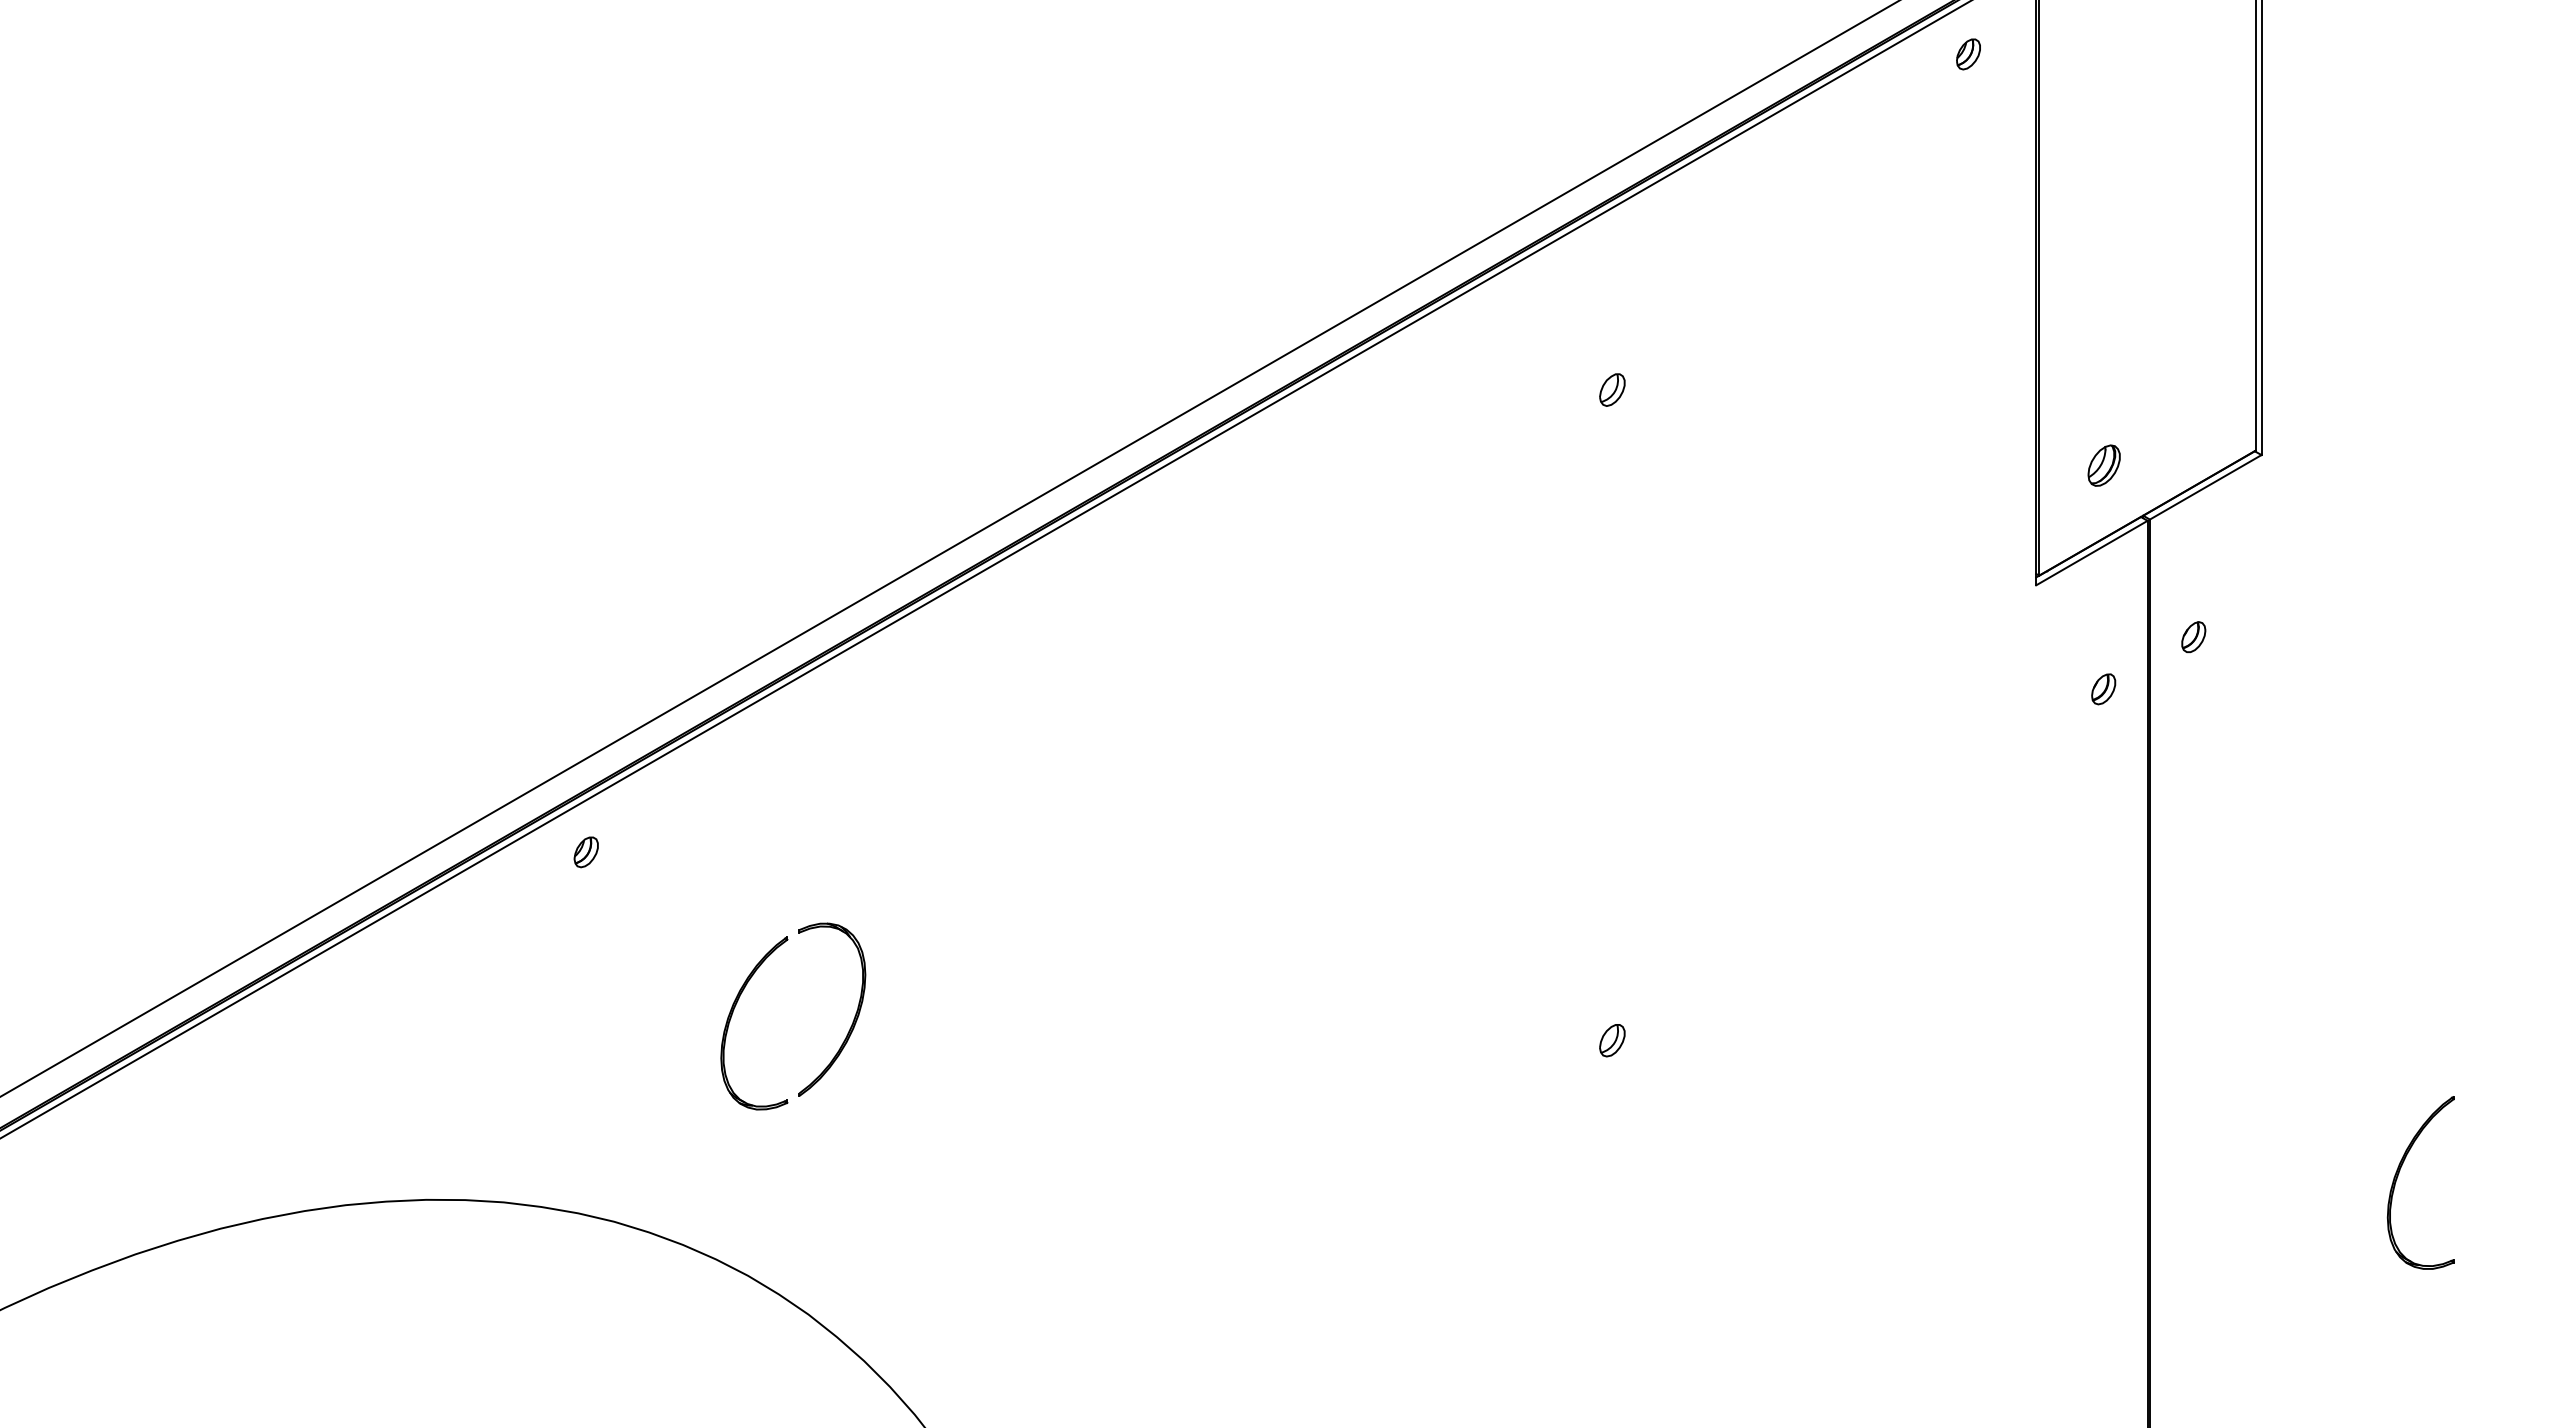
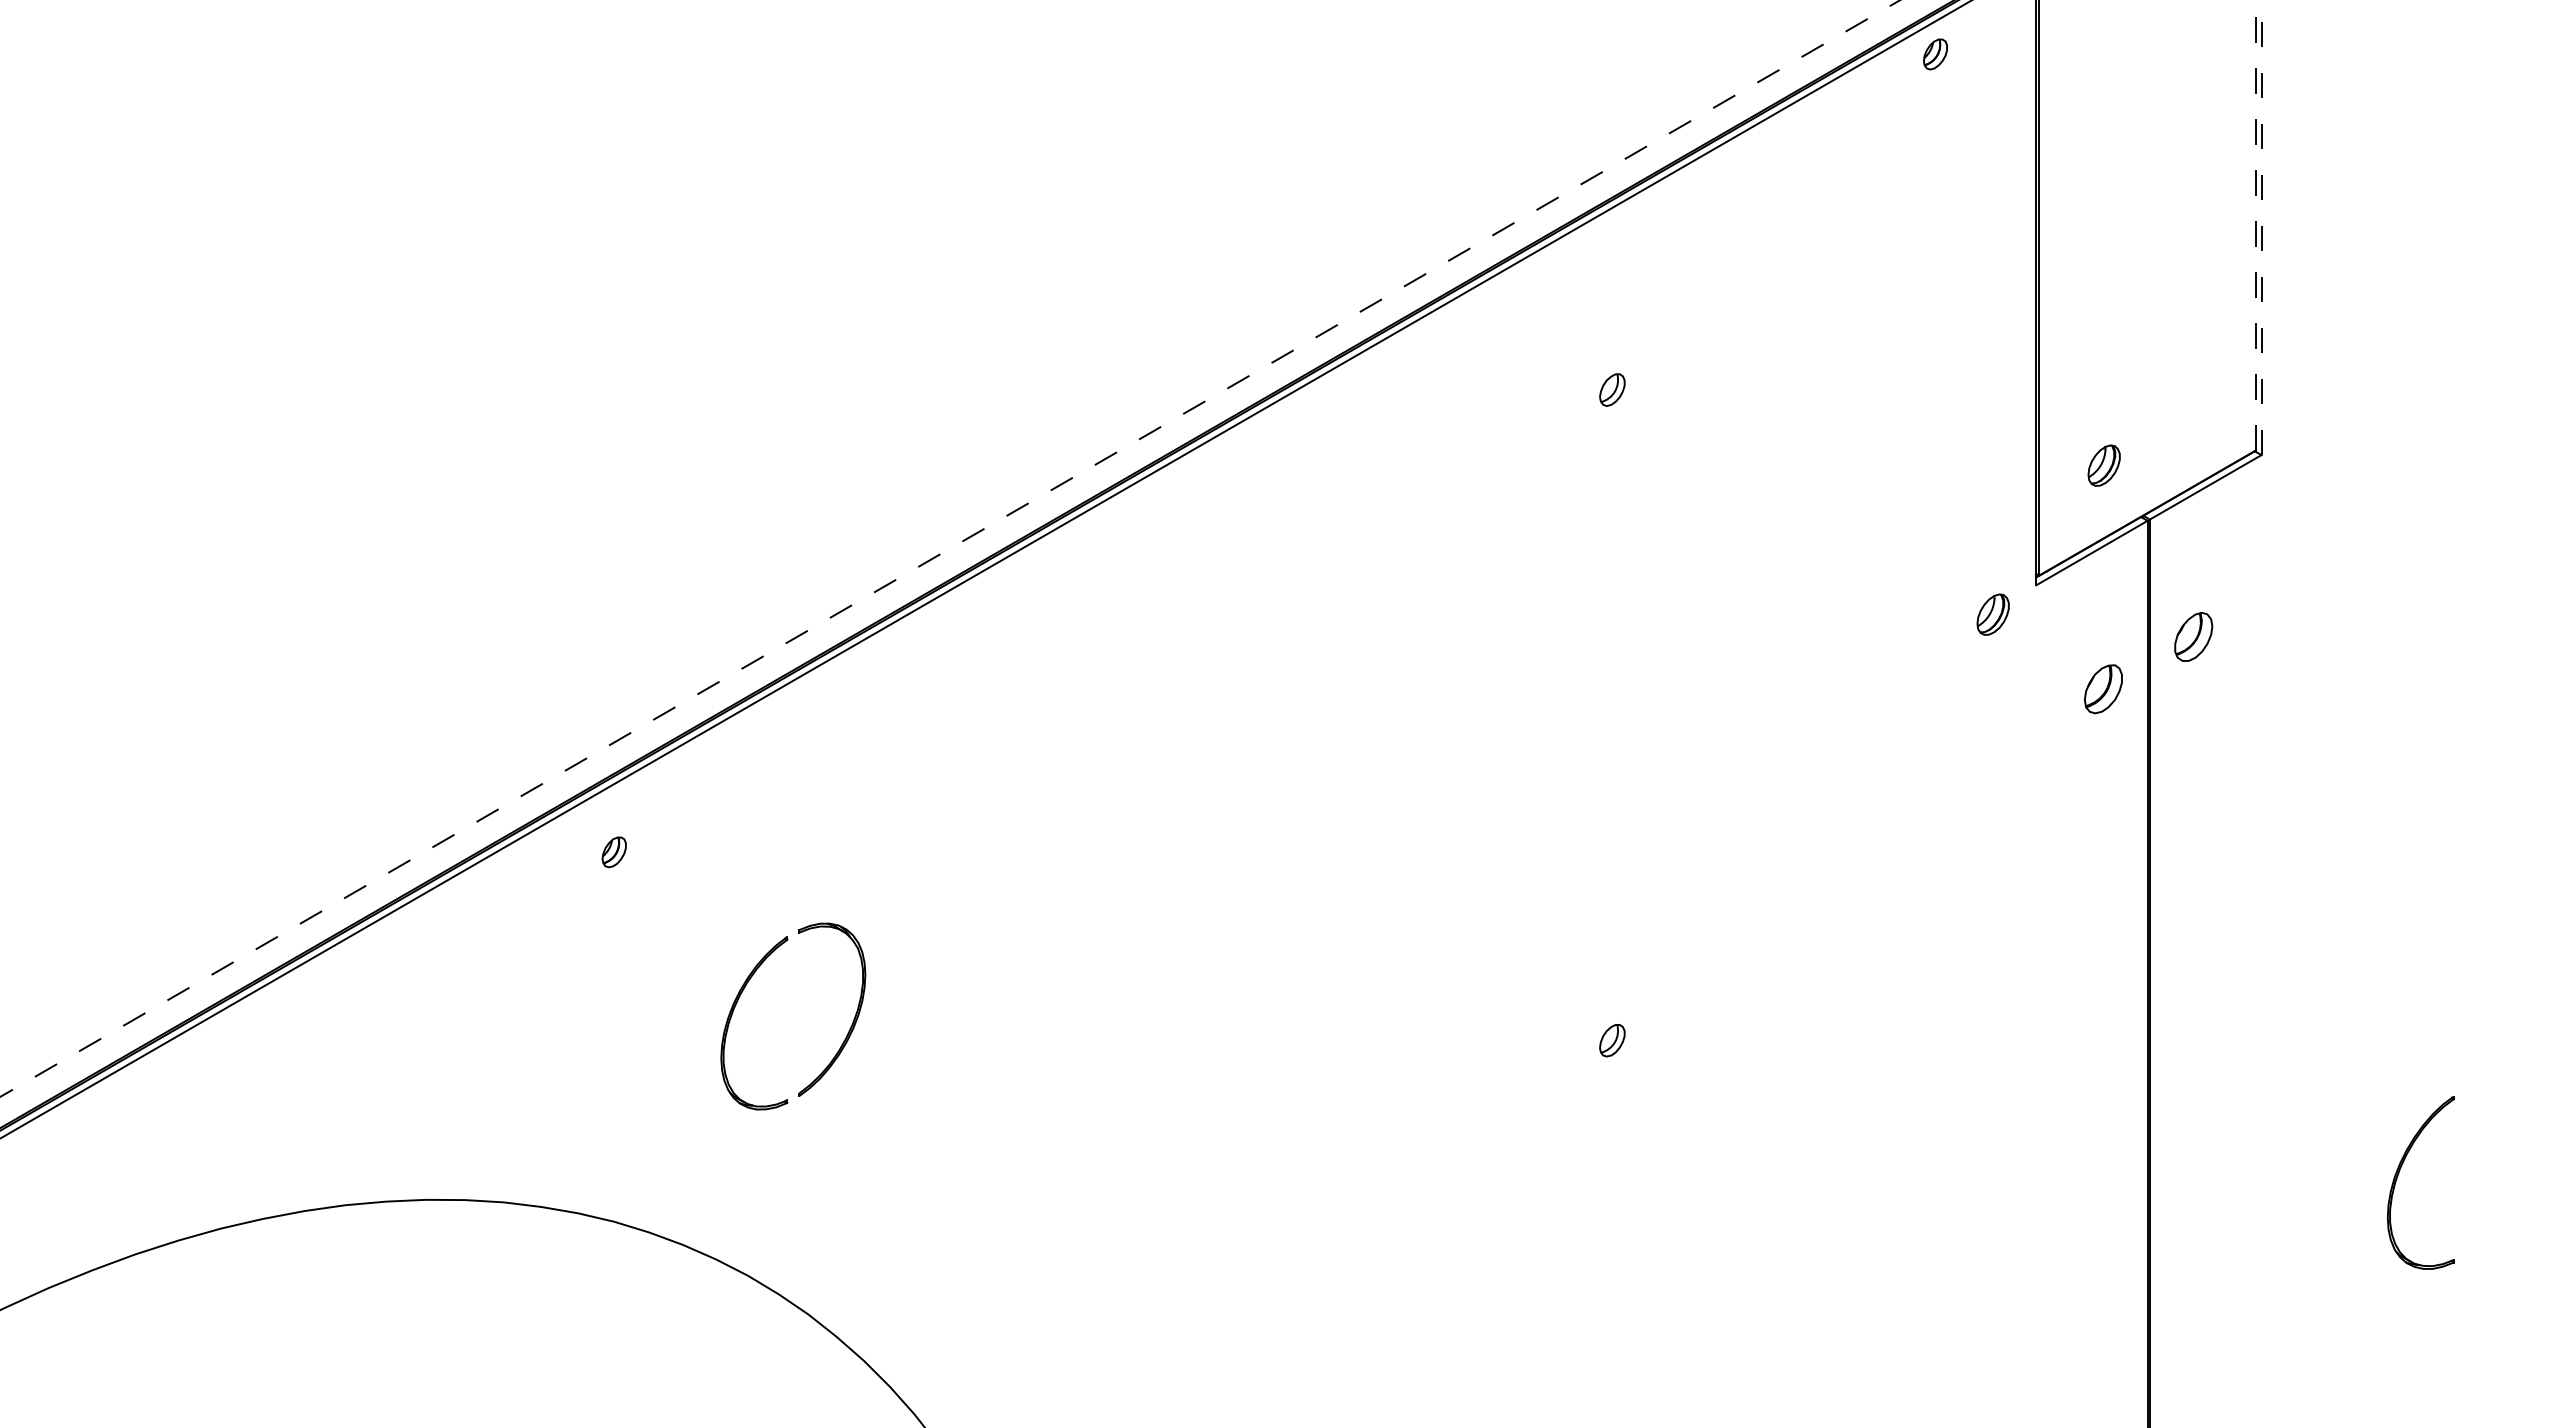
part at (1968, 54) position: (1968, 54) -> (1935, 54)
line at (2255, 225): solid -> dashed
line at (2261, 227): solid -> dashed
line at (950, 548): solid -> dashed
part at (1992, 614): none -> present
part at (2193, 637) size: 26x33 px -> 40x50 px
part at (2103, 689) size: 26x33 px -> 39x51 px
part at (585, 852) position: (585, 852) -> (613, 852)
